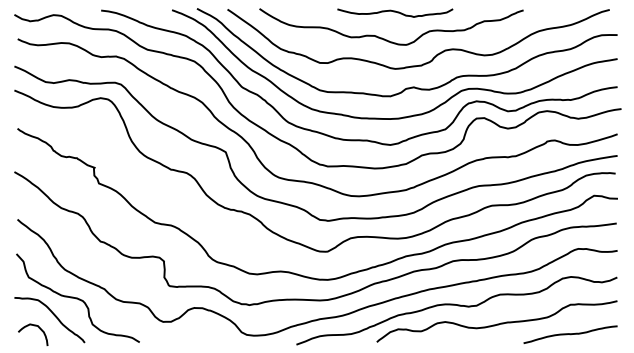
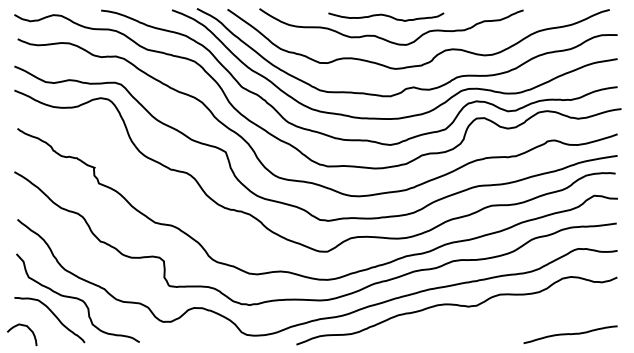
curve at (395, 12) position: (395, 12) -> (386, 16)
curve at (497, 323): present -> none
curve at (38, 328) position: (38, 328) -> (27, 328)
